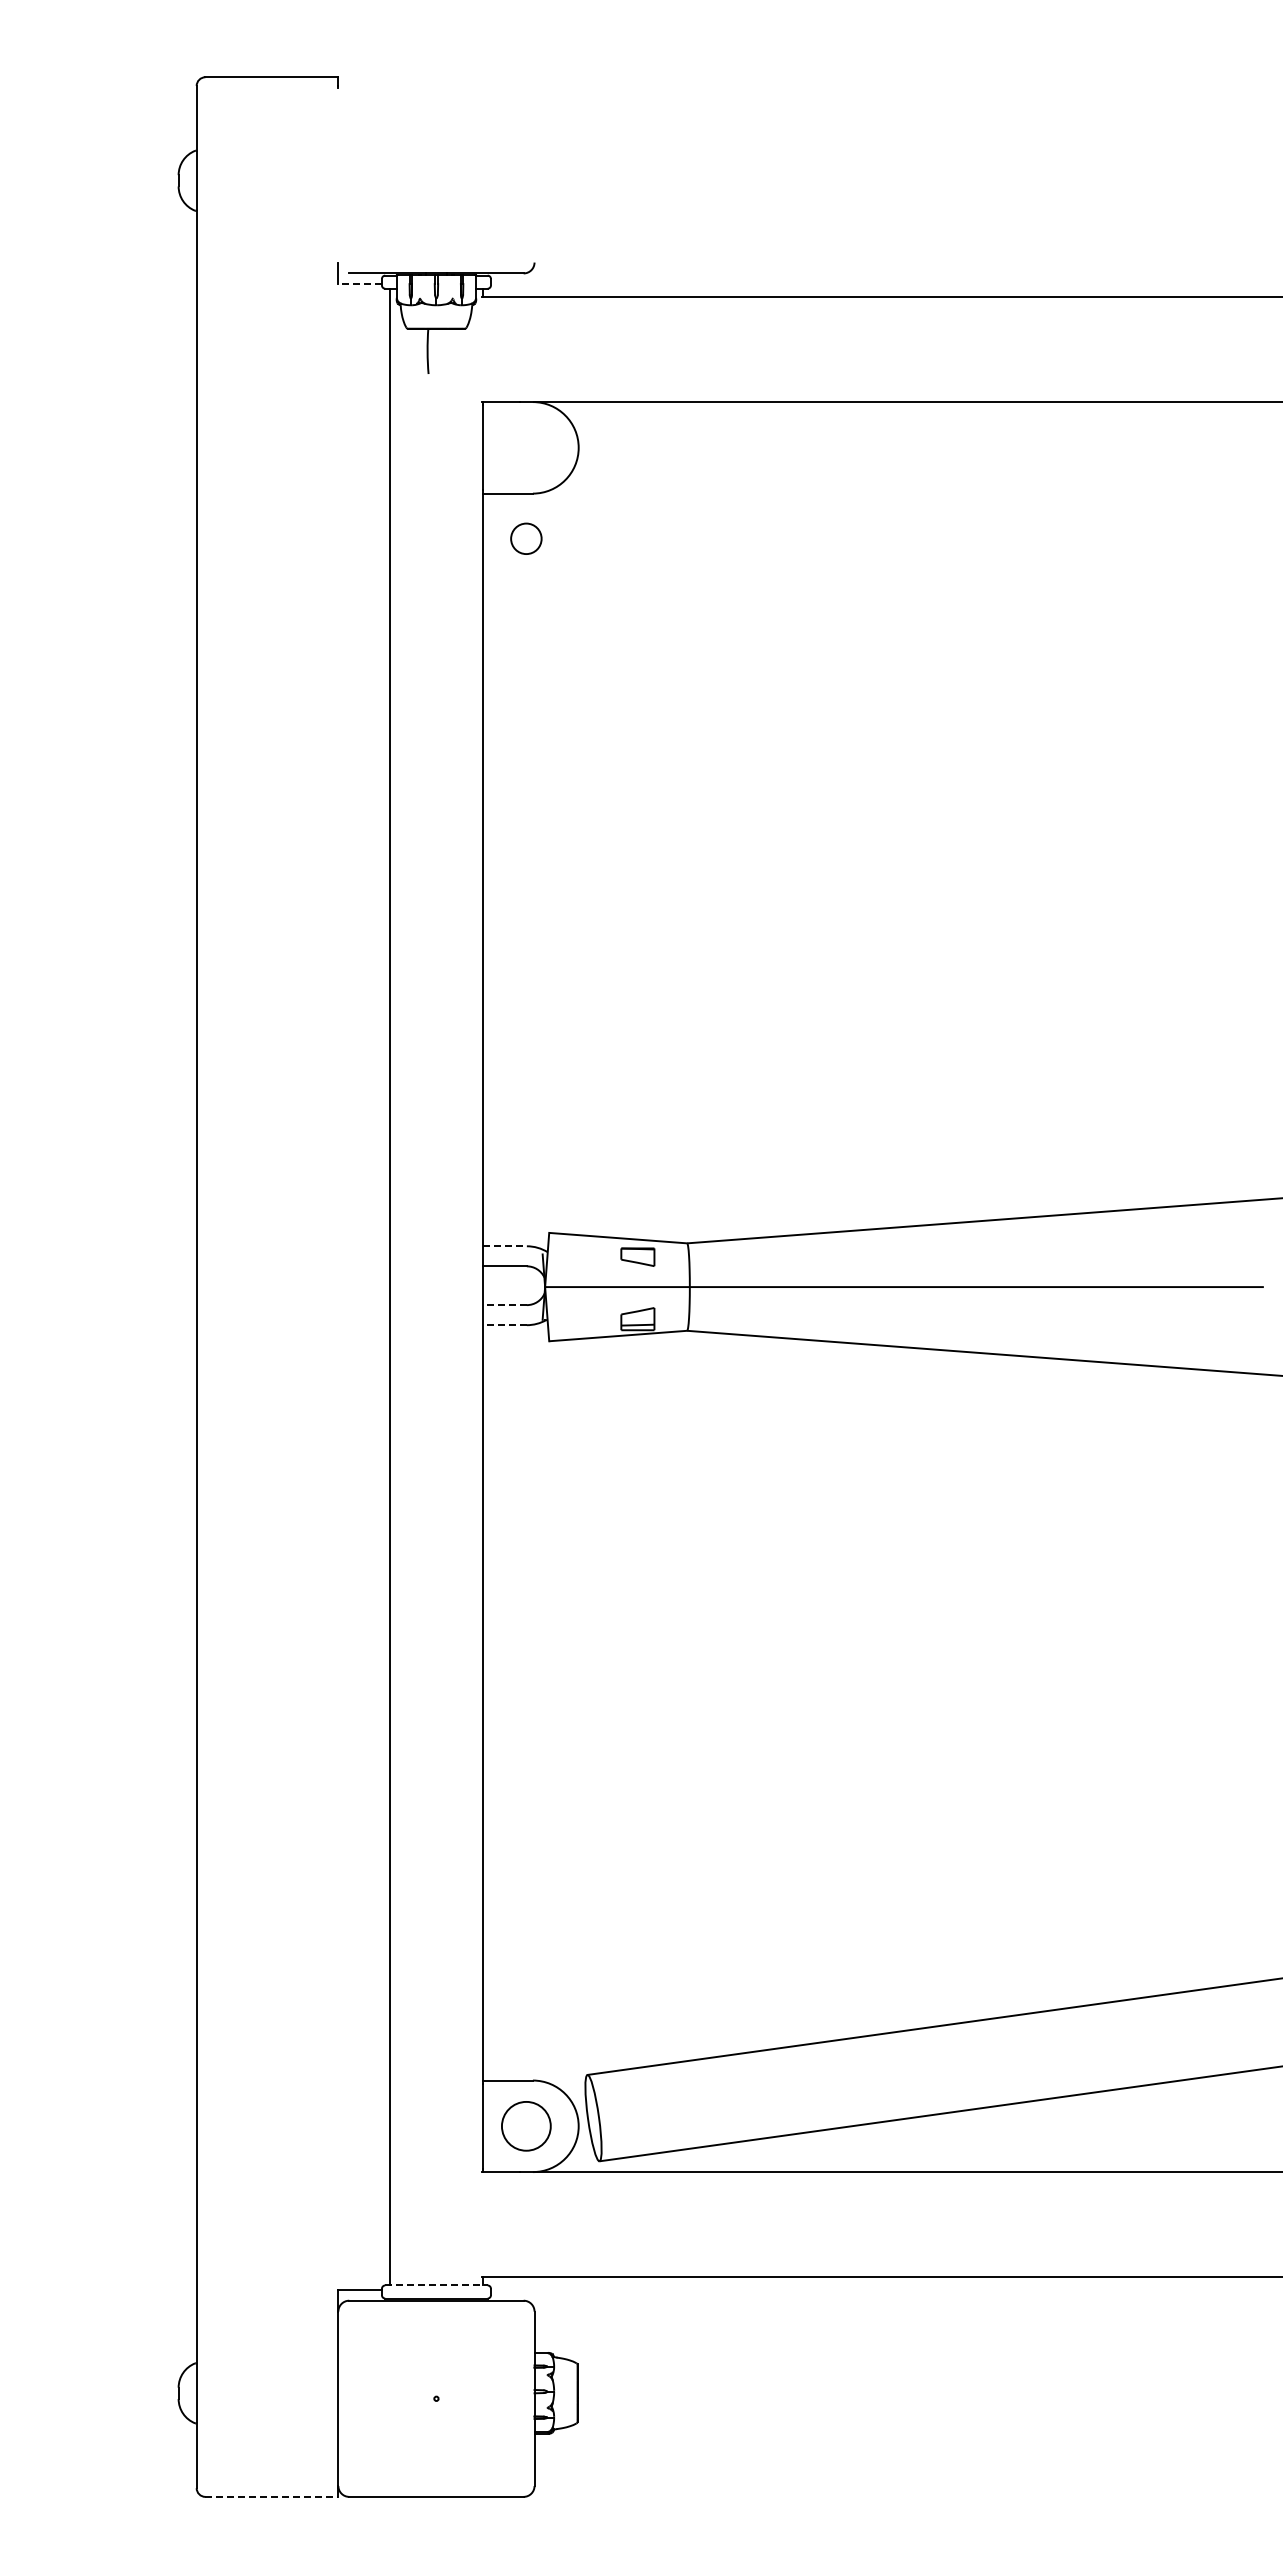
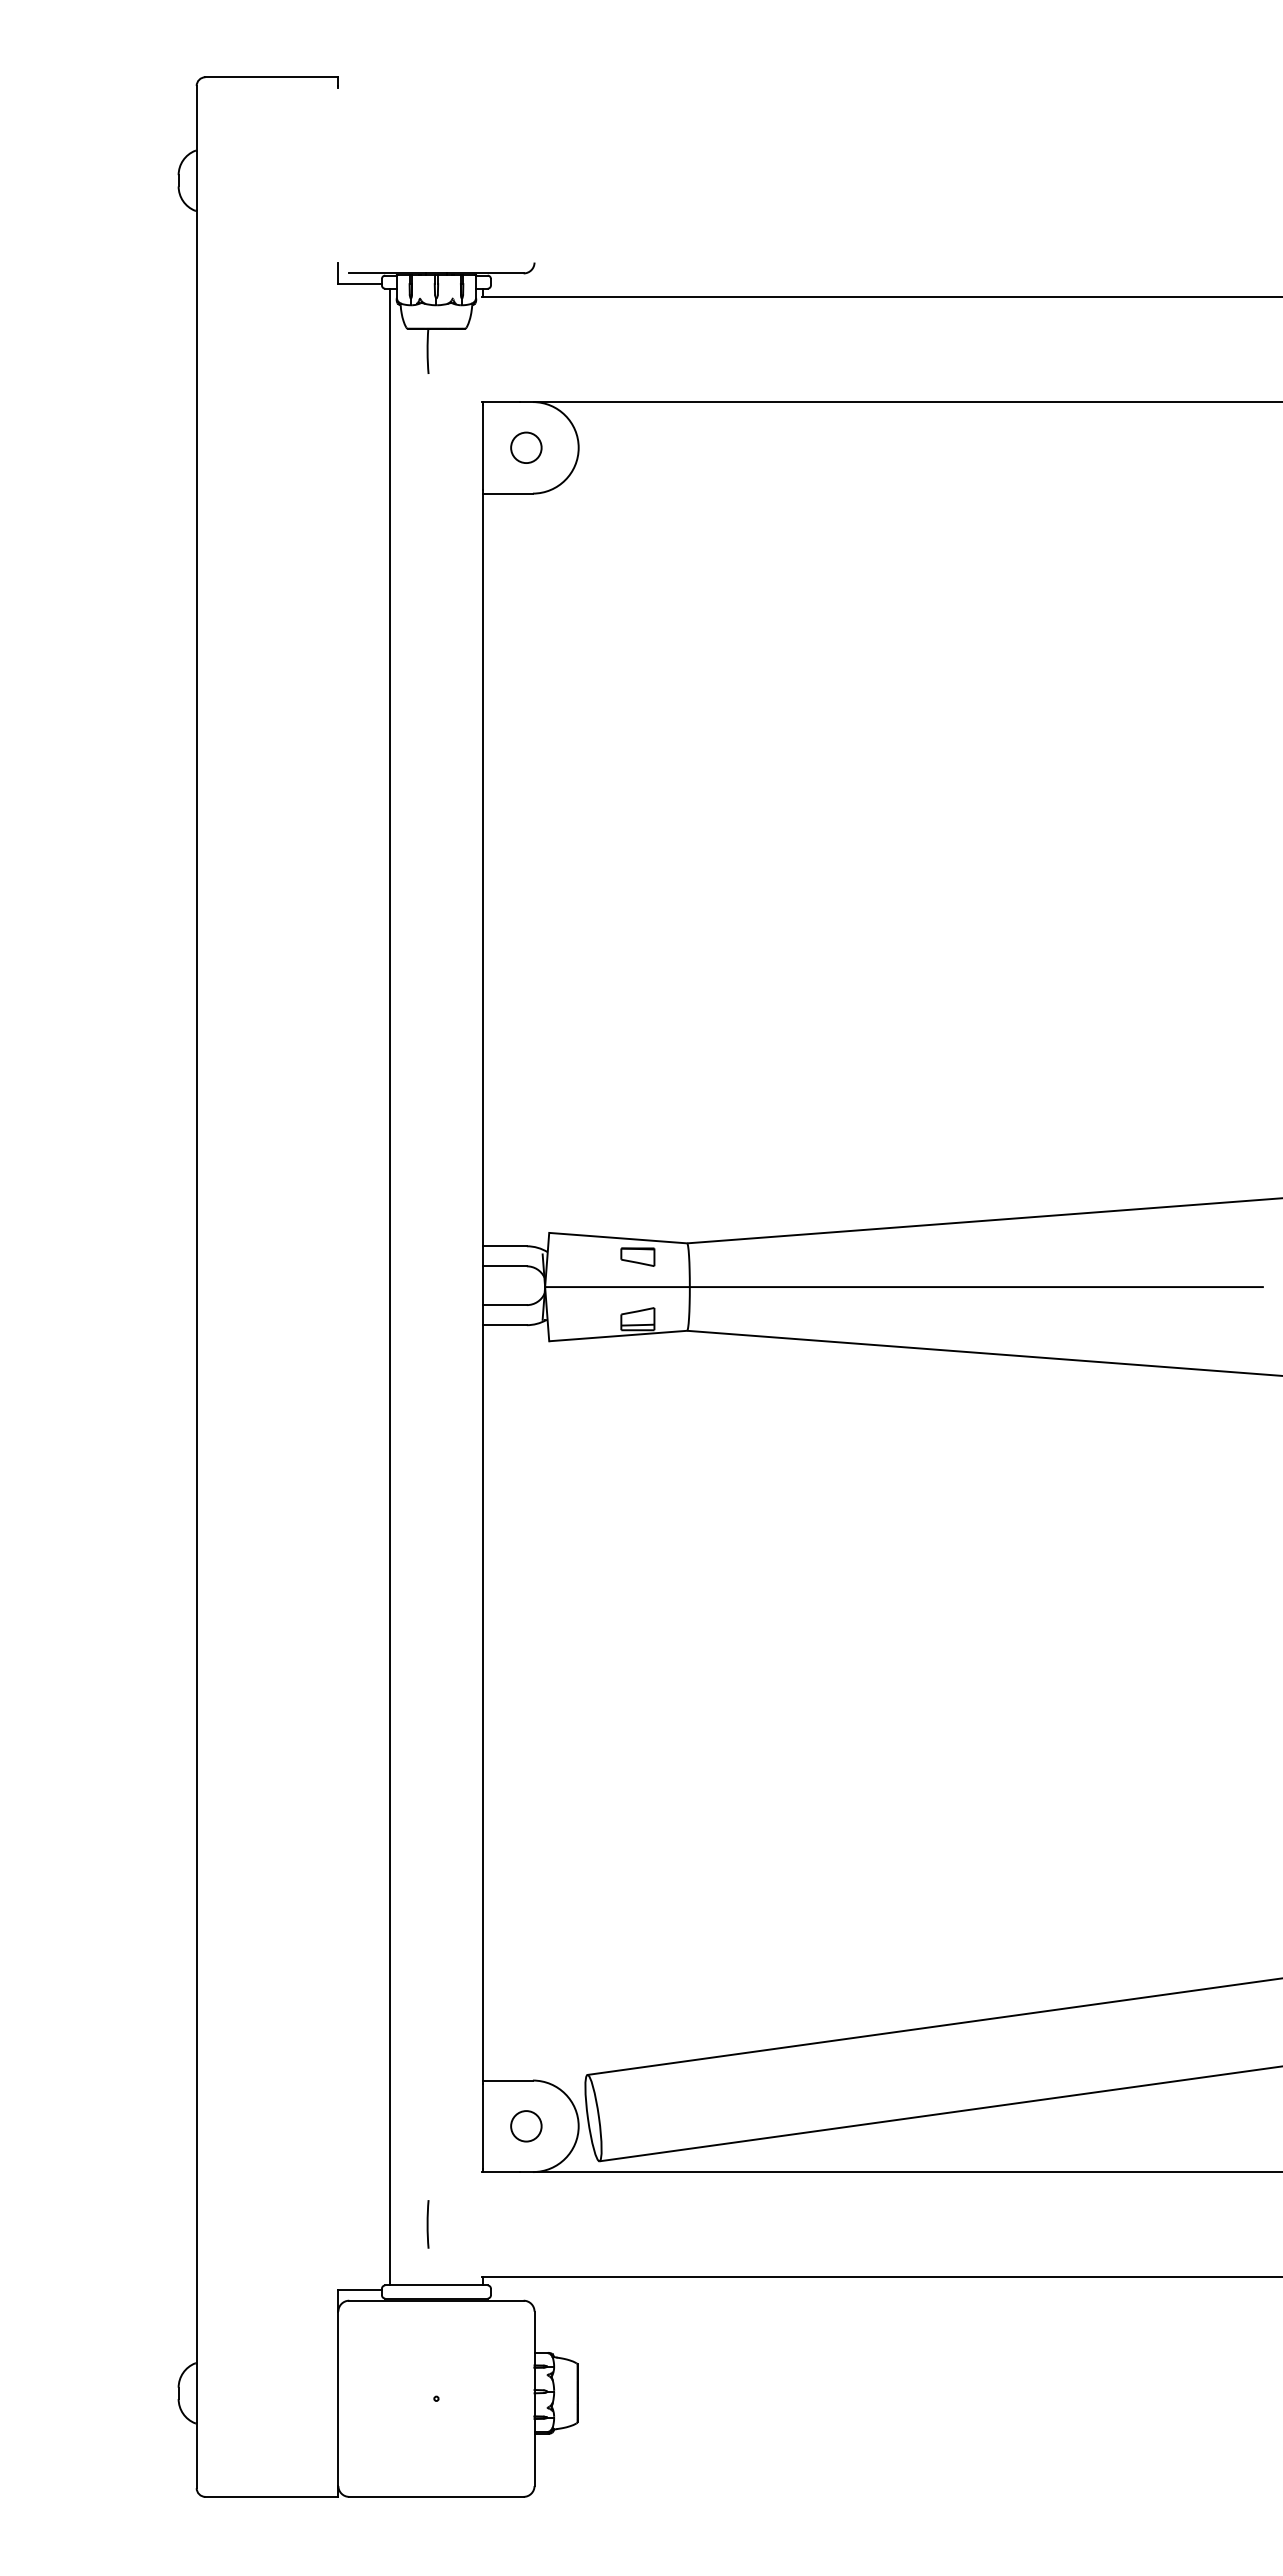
line at (360, 284): dashed -> solid
circle at (526, 538) position: (526, 538) -> (526, 447)
line at (505, 1246): dashed -> solid
line at (504, 1305): dashed -> solid
line at (504, 1325): dashed -> solid
circle at (525, 2125) diameter: 49 px -> 31 px
line at (427, 2224): none -> present
line at (436, 2285): dashed -> solid
line at (272, 2496): dashed -> solid
